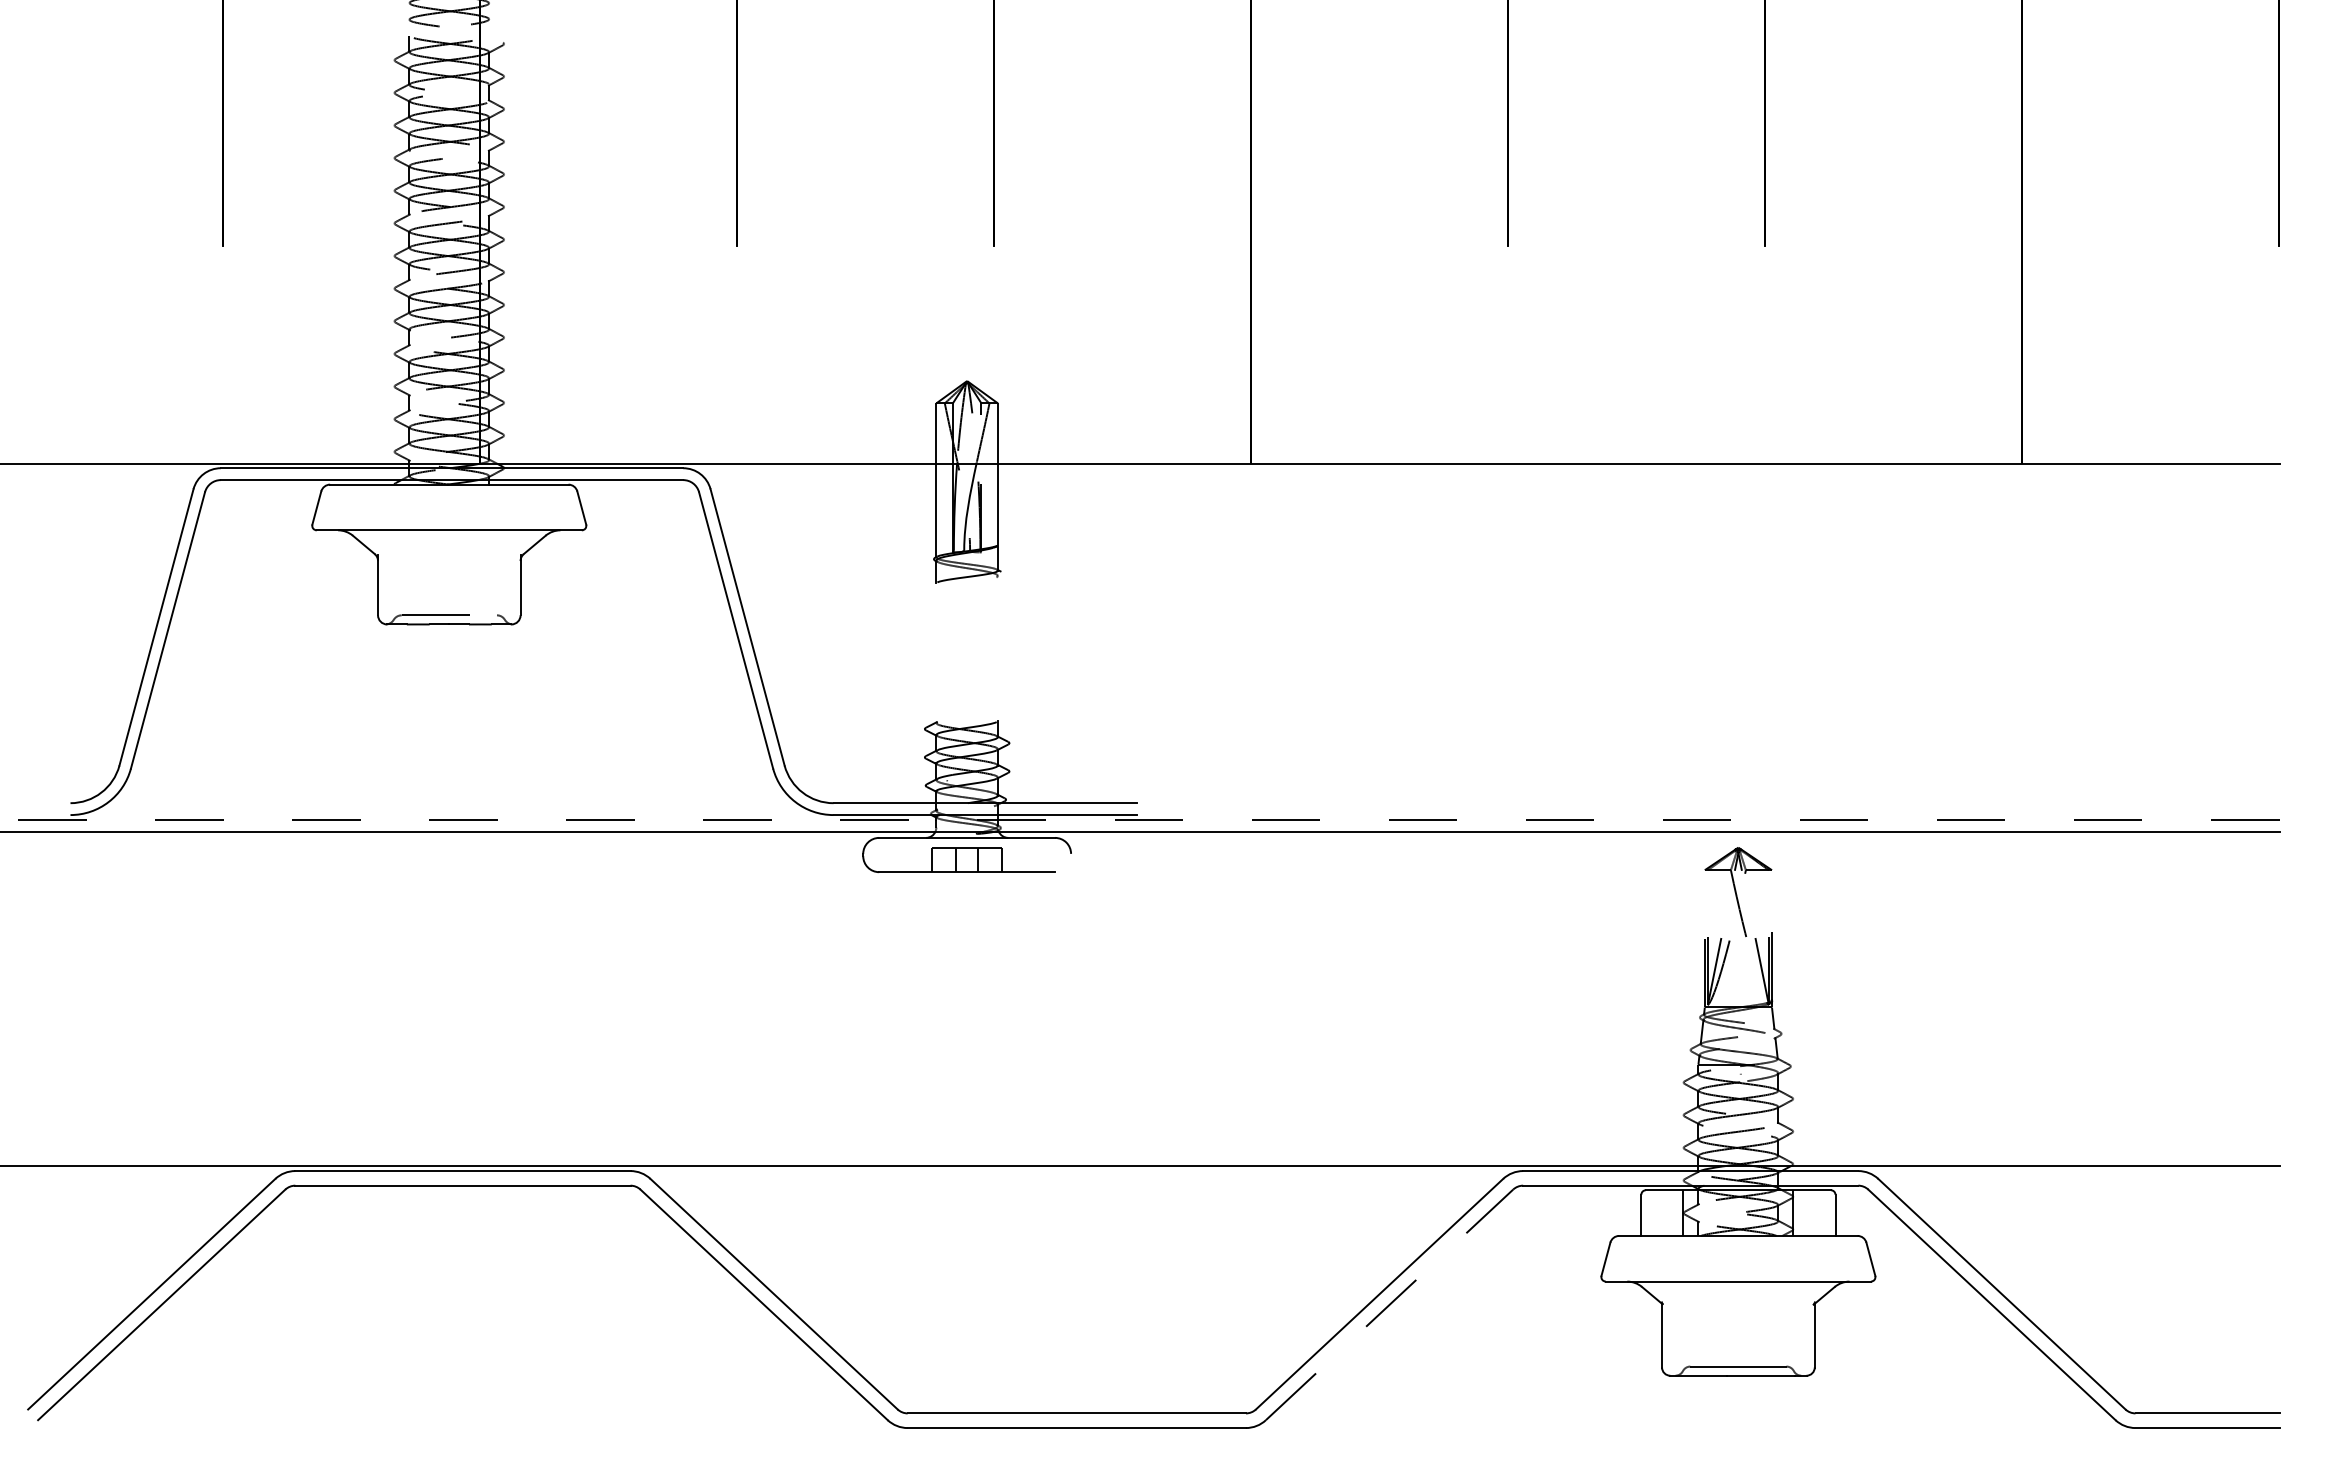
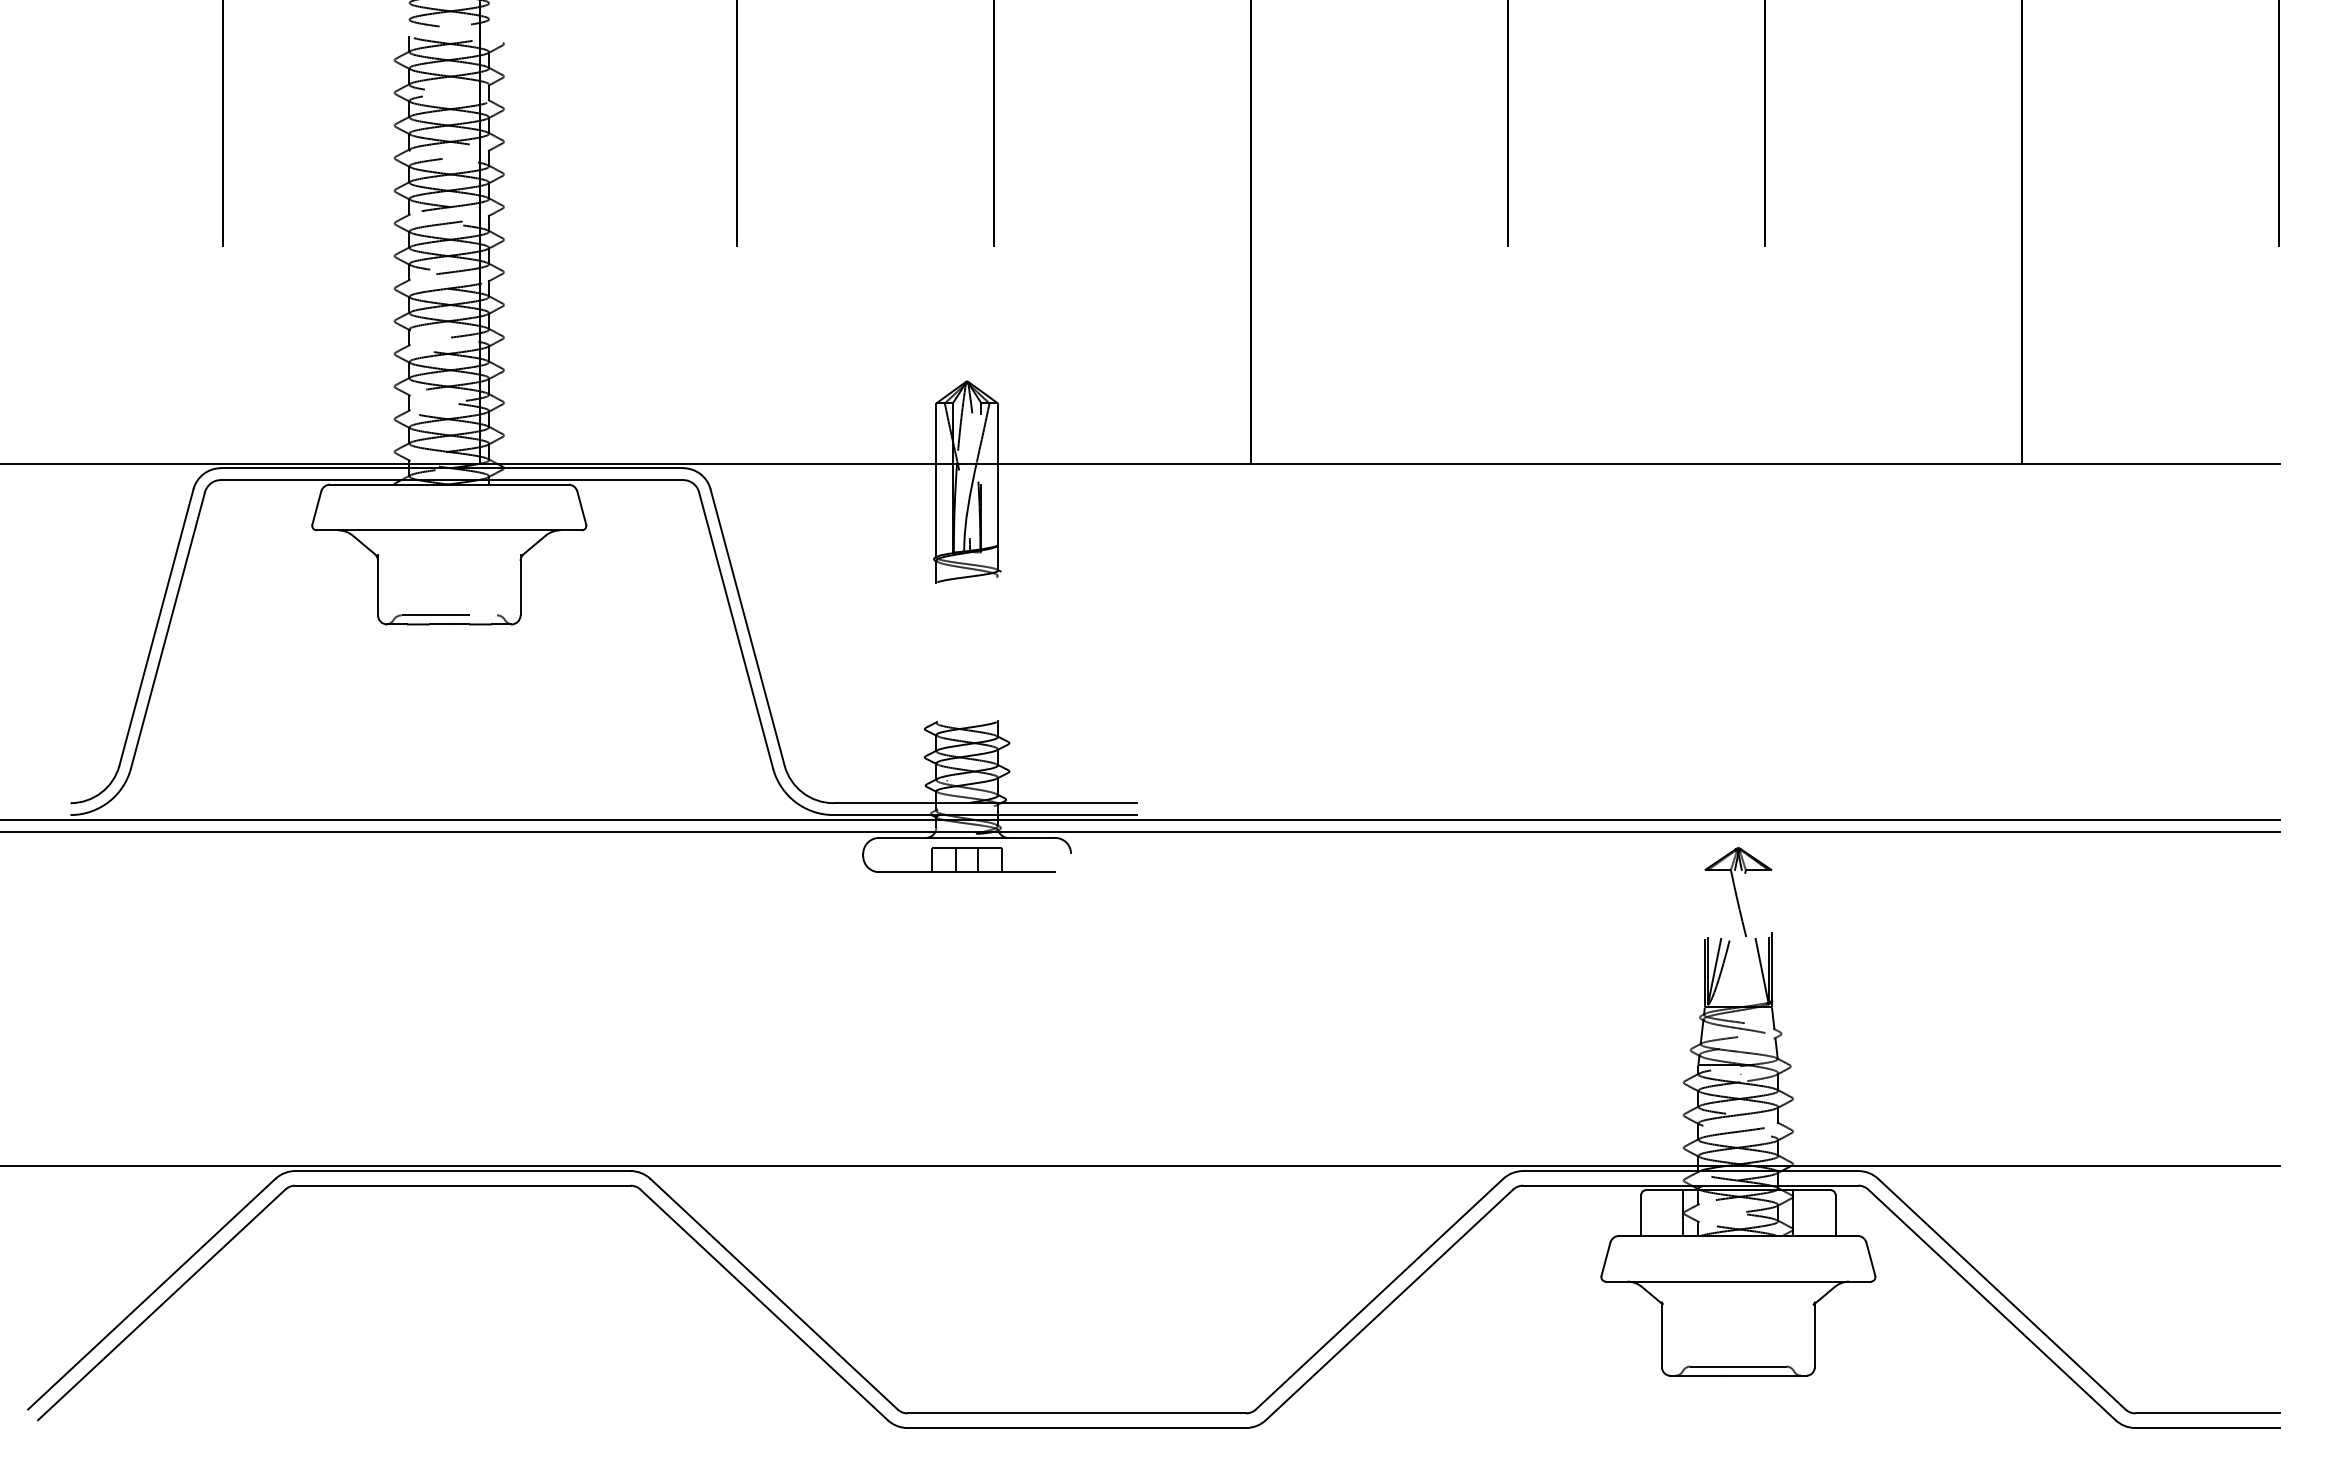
line at (1139, 819): dashed -> solid
line at (1389, 1304): dashed -> solid
